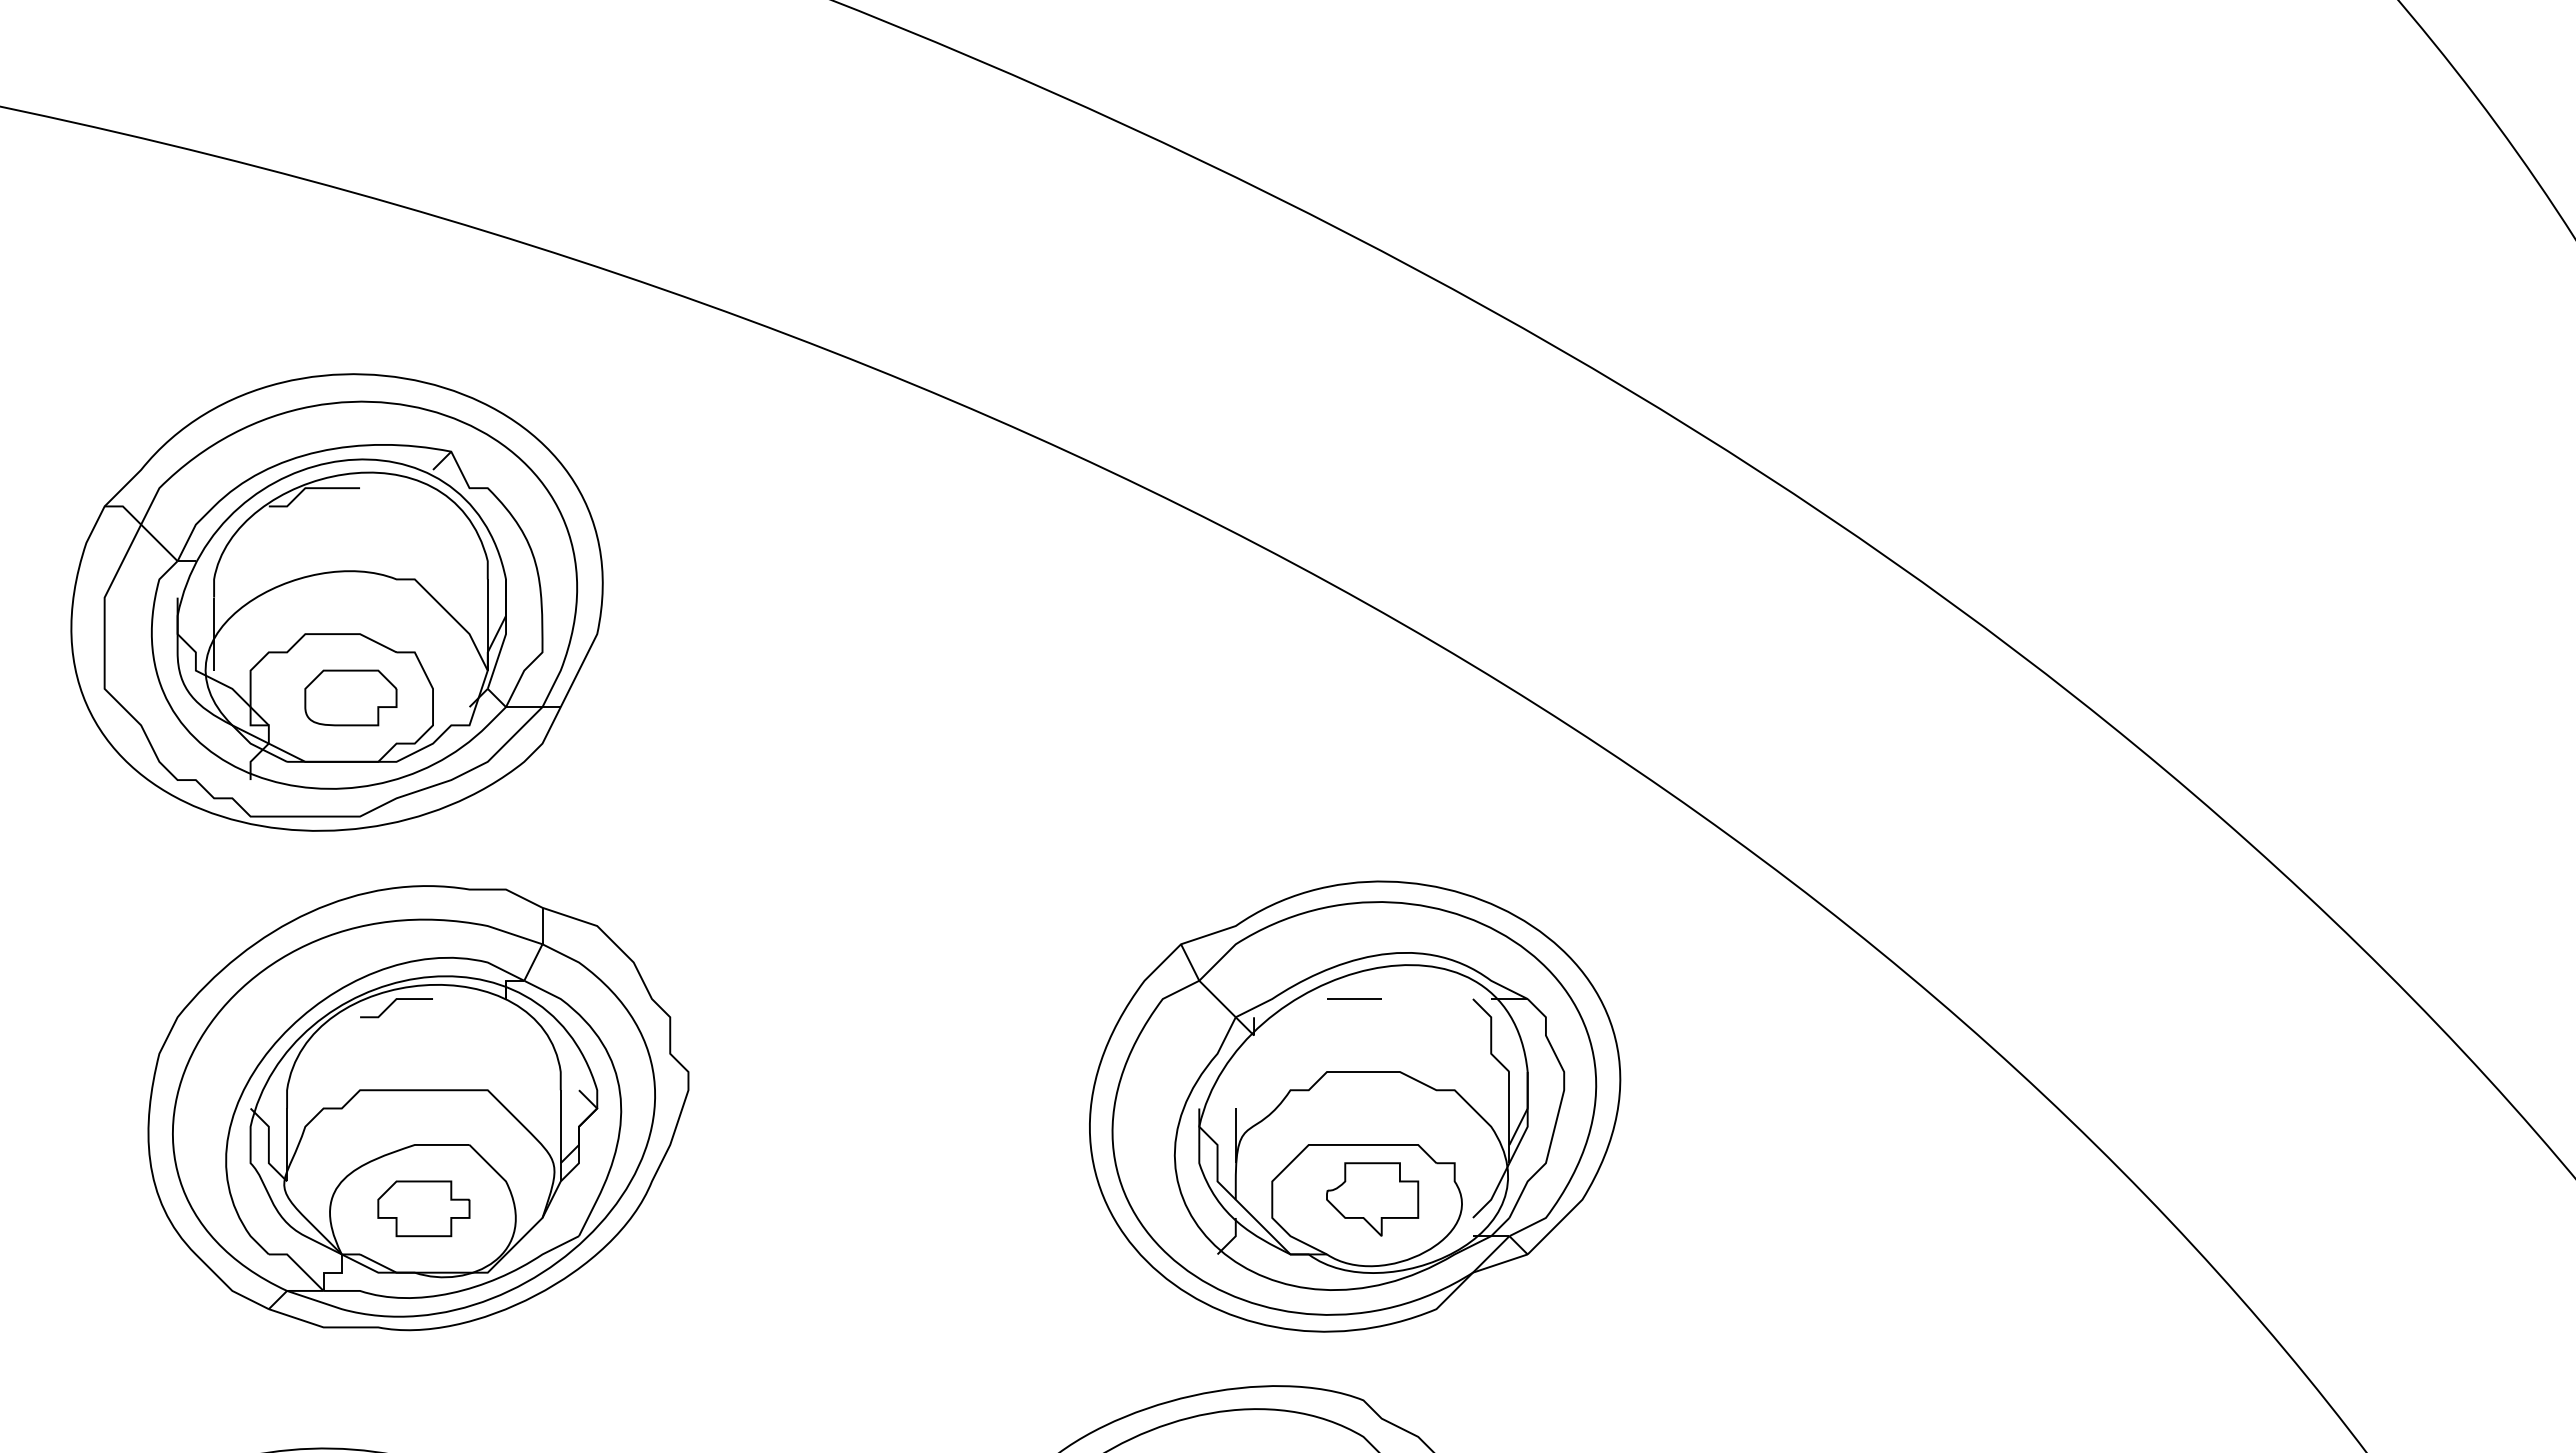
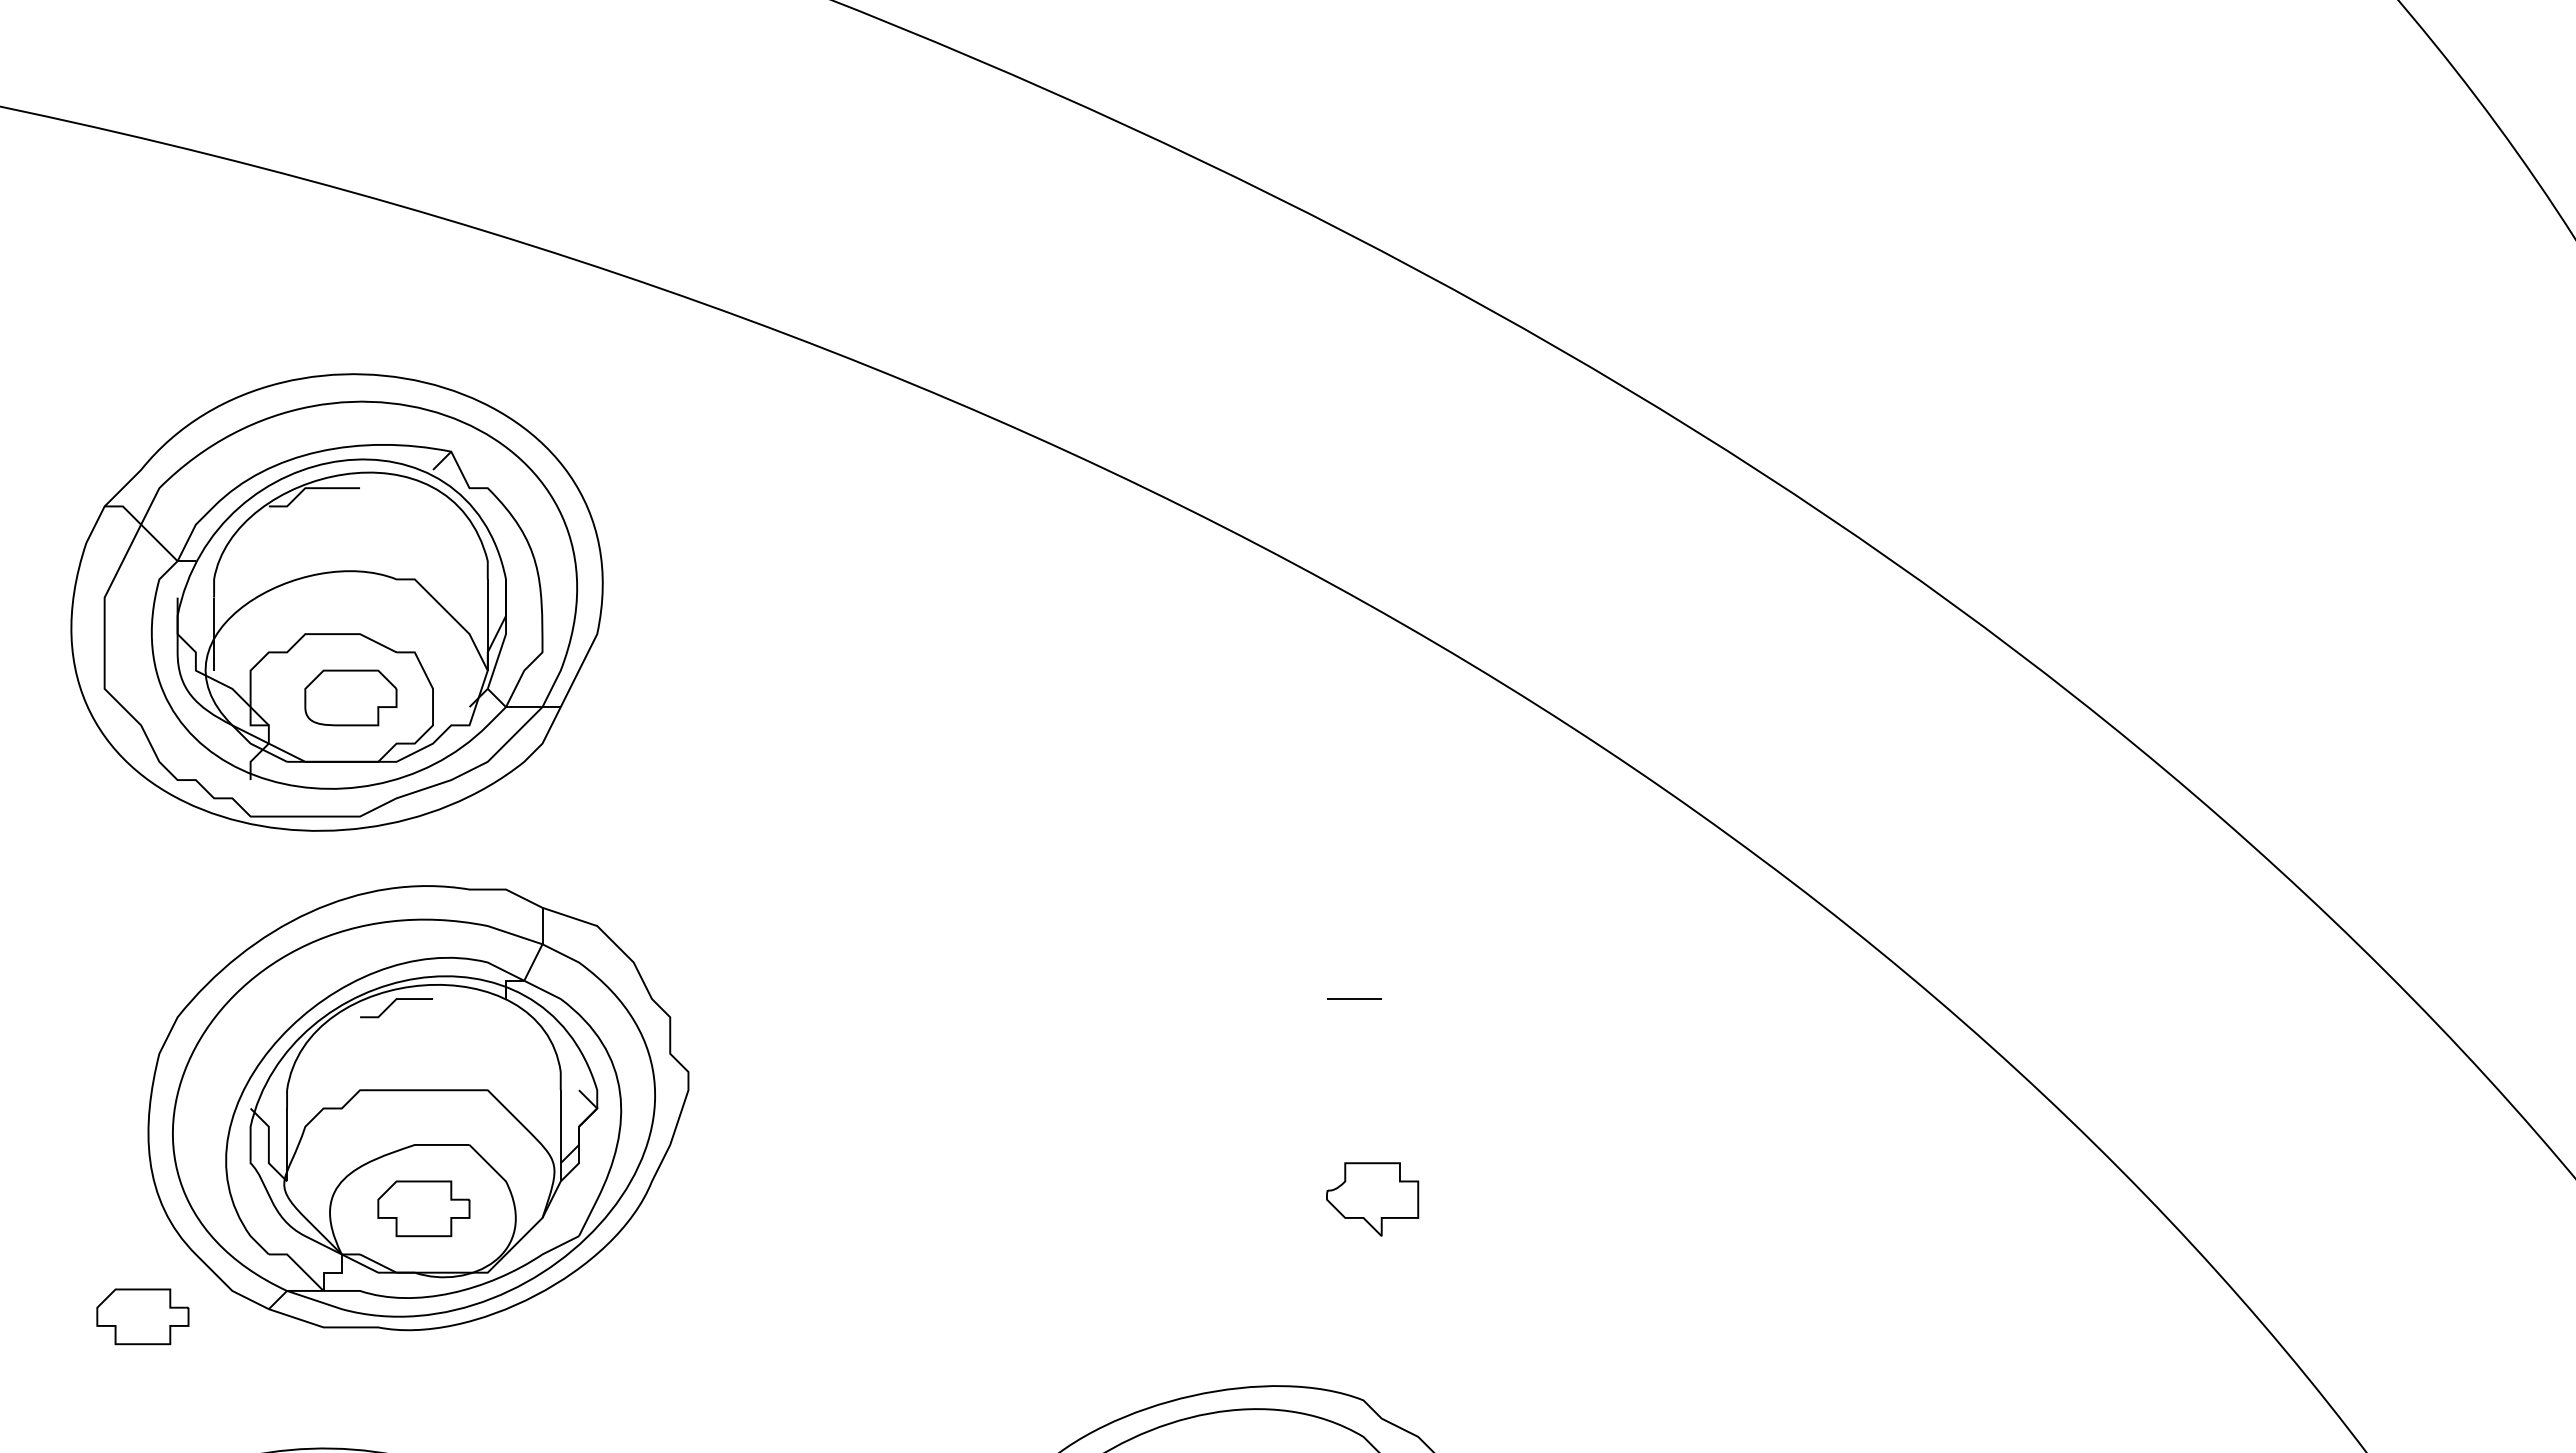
part at (1355, 1106): present -> none
part at (142, 1316): none -> present
